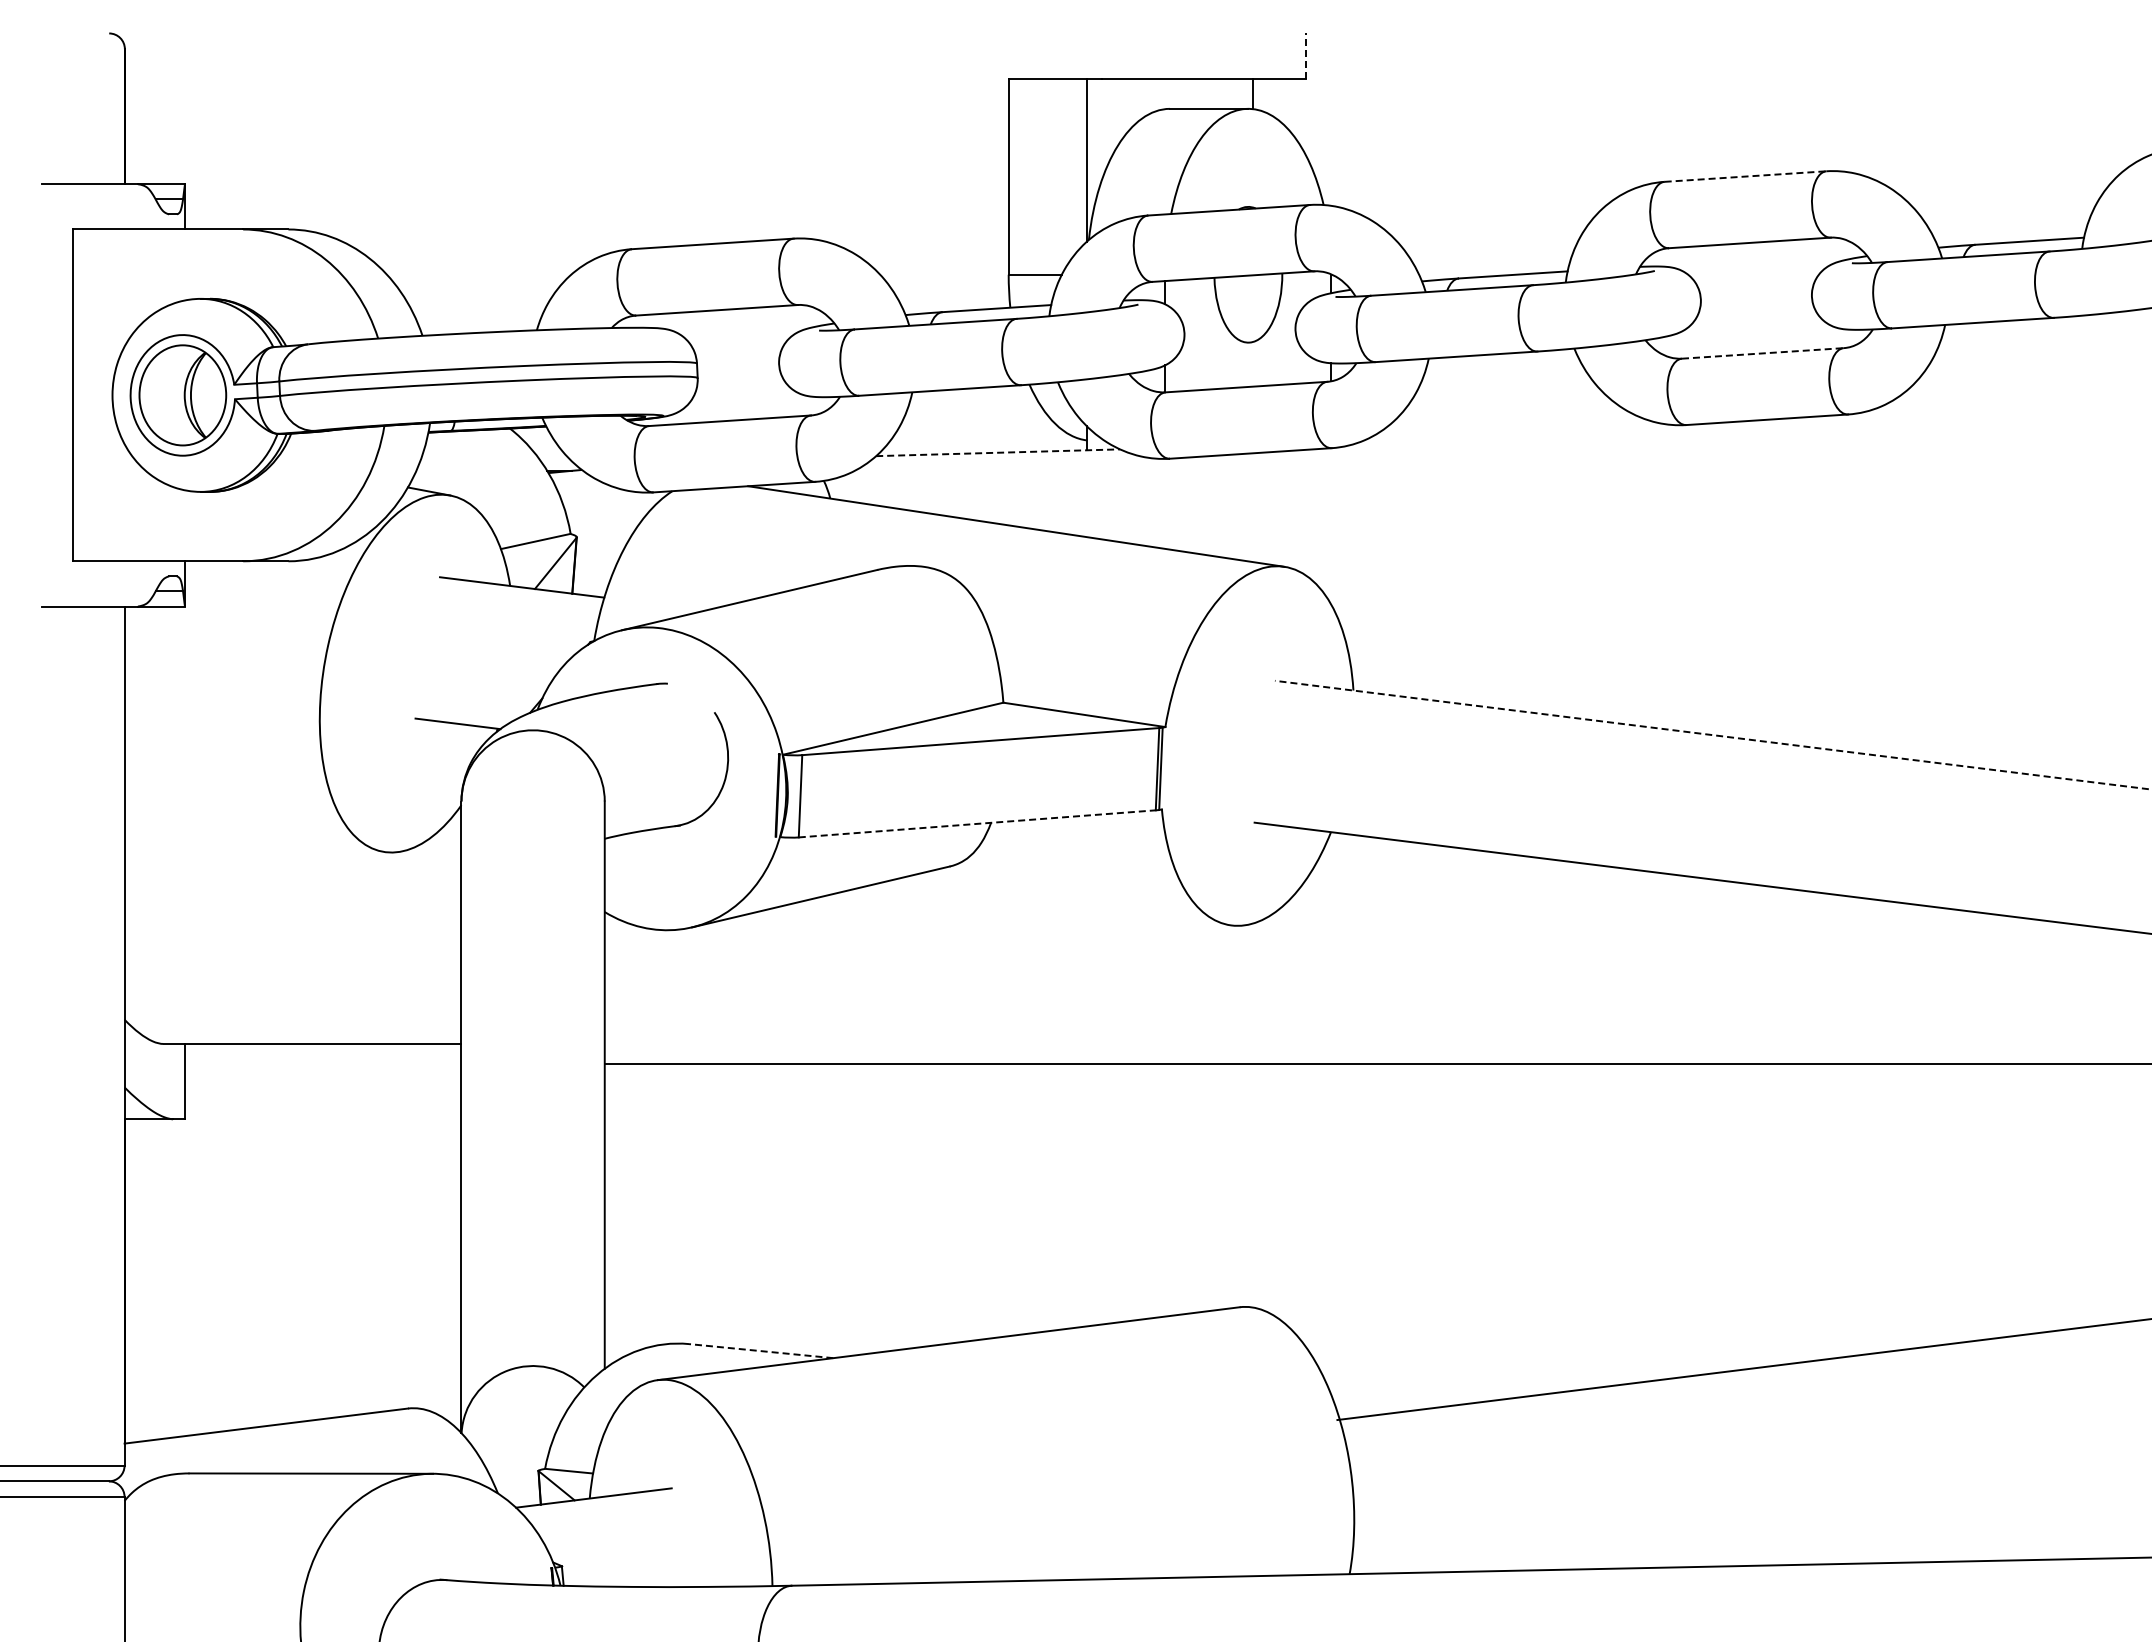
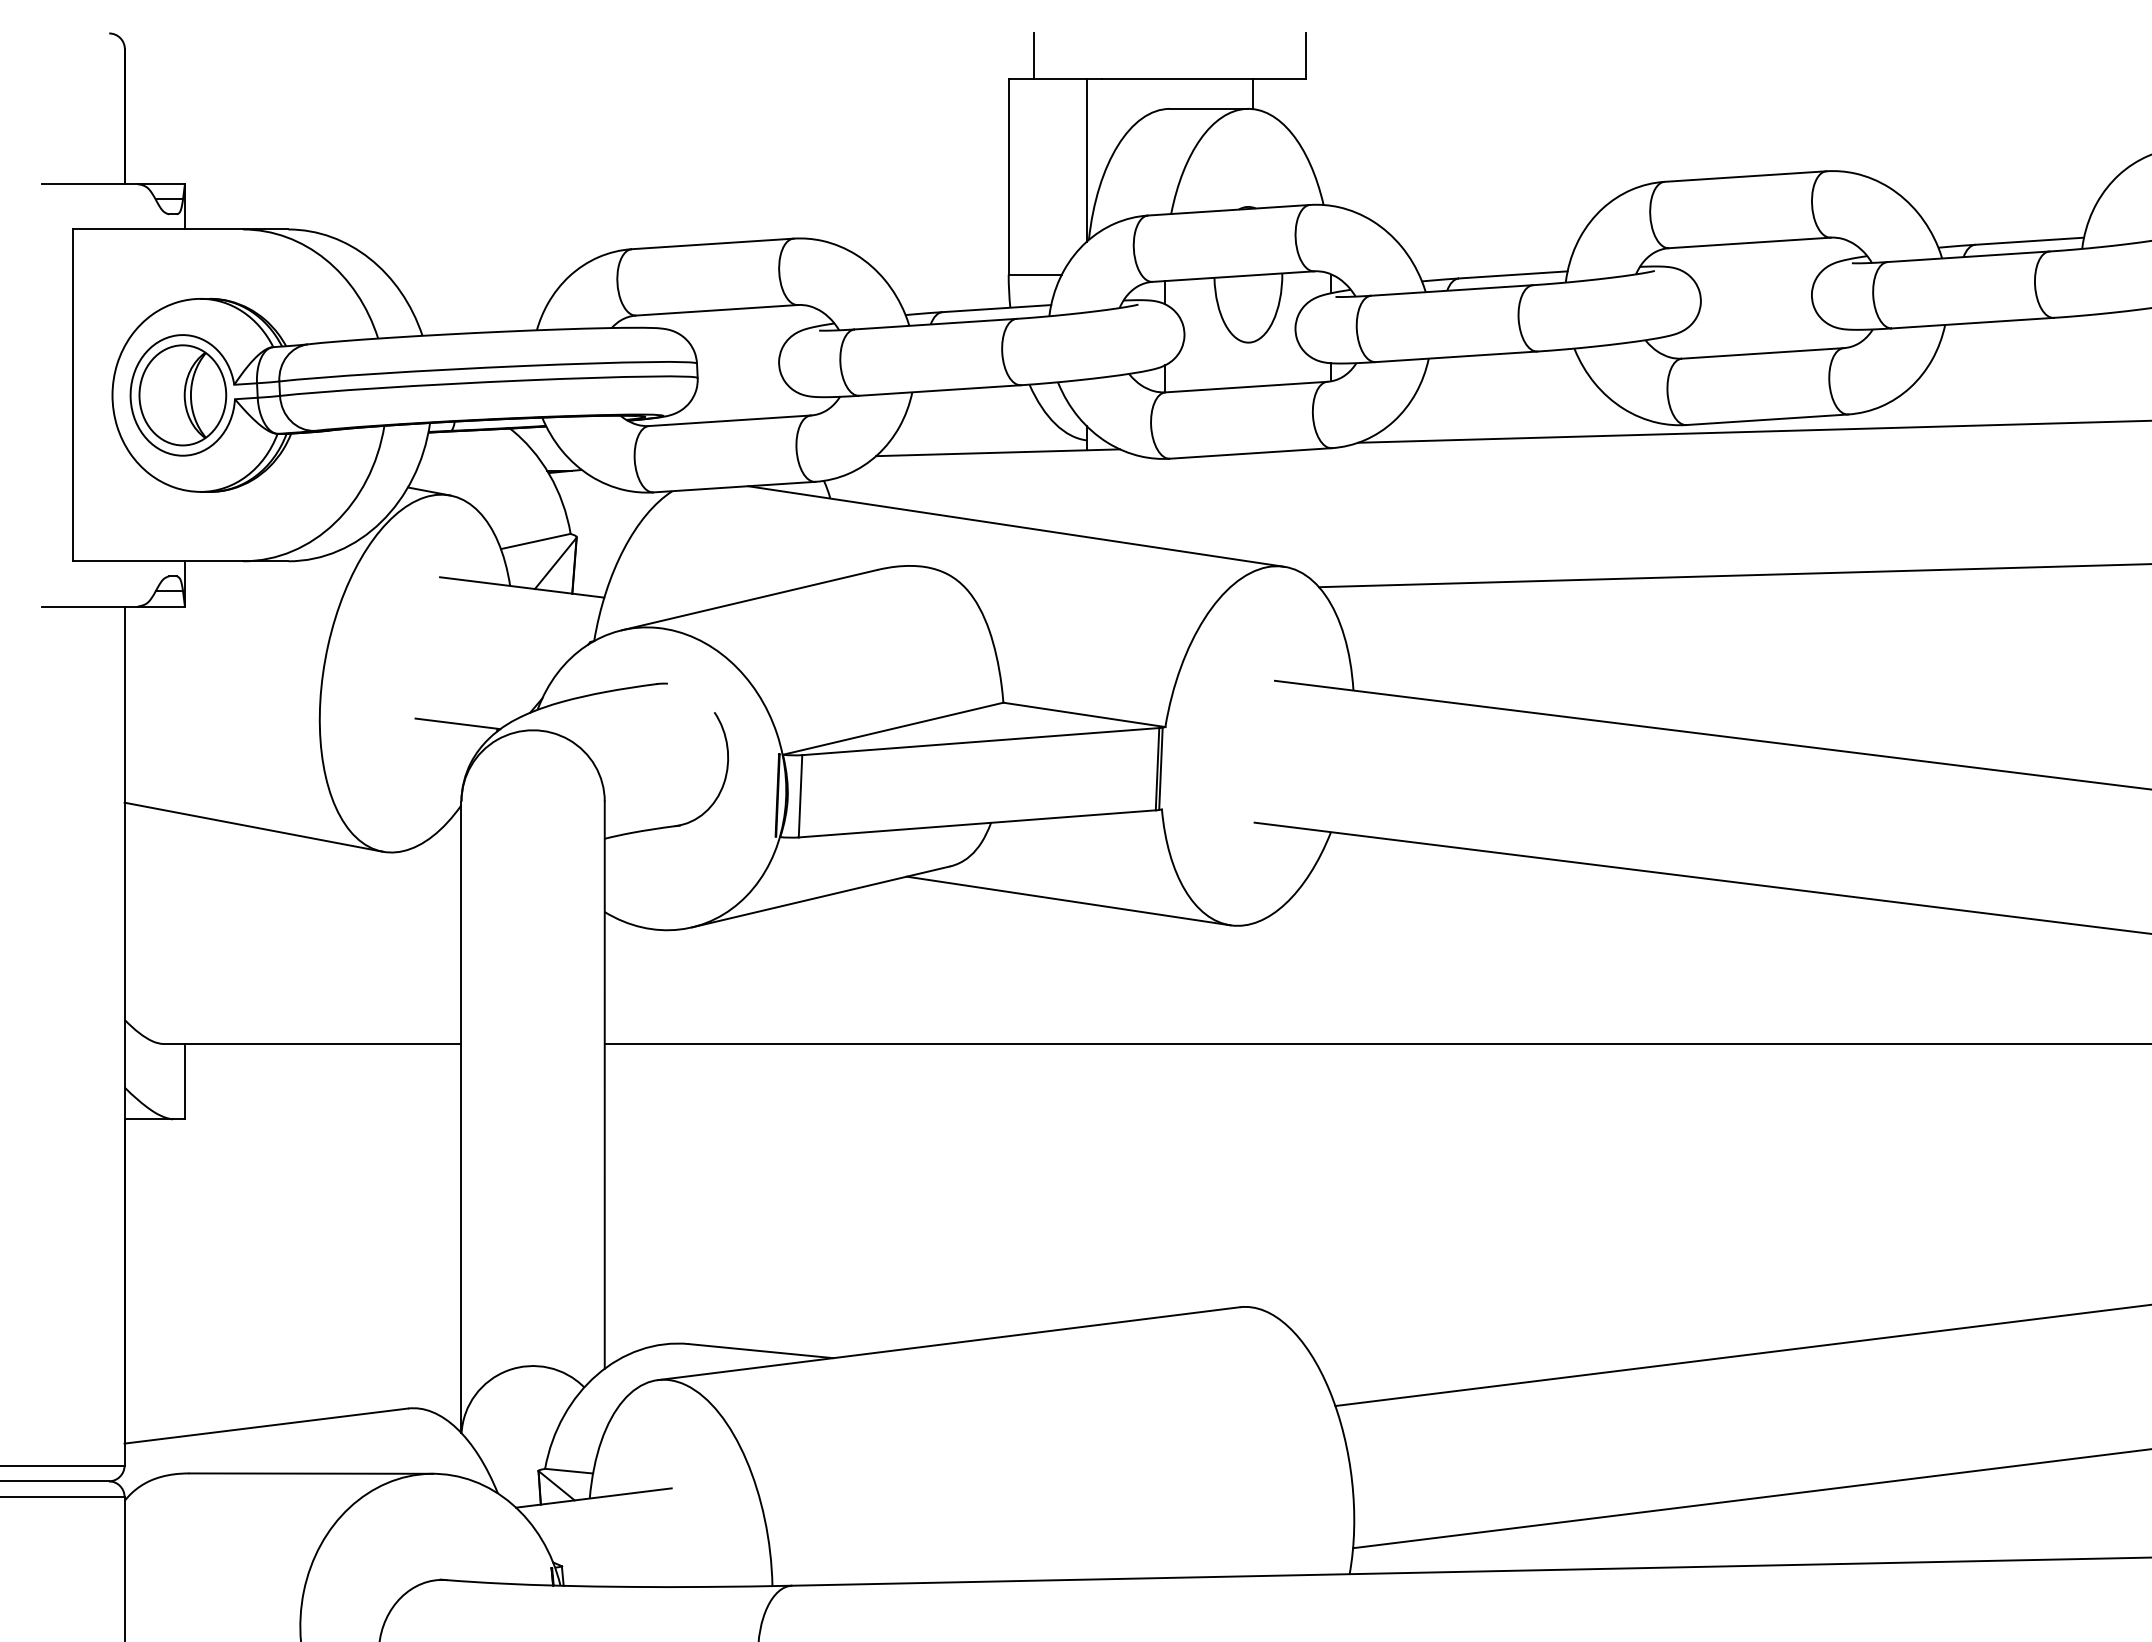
line at (1034, 55): none -> present
line at (1305, 56): dashed -> solid
line at (1746, 176): dashed -> solid
line at (1763, 353): dashed -> solid
line at (1753, 431): none -> present
line at (998, 452): dashed -> solid
line at (1733, 575): none -> present
line at (1713, 735): dashed -> solid
line at (977, 823): dashed -> solid
line at (253, 826): none -> present
line at (1068, 900): none -> present
line at (1376, 1063) position: (1376, 1063) -> (1376, 1043)
line at (761, 1351): dashed -> solid
line at (1742, 1369) position: (1742, 1369) -> (1741, 1355)
line at (1750, 1498): none -> present
